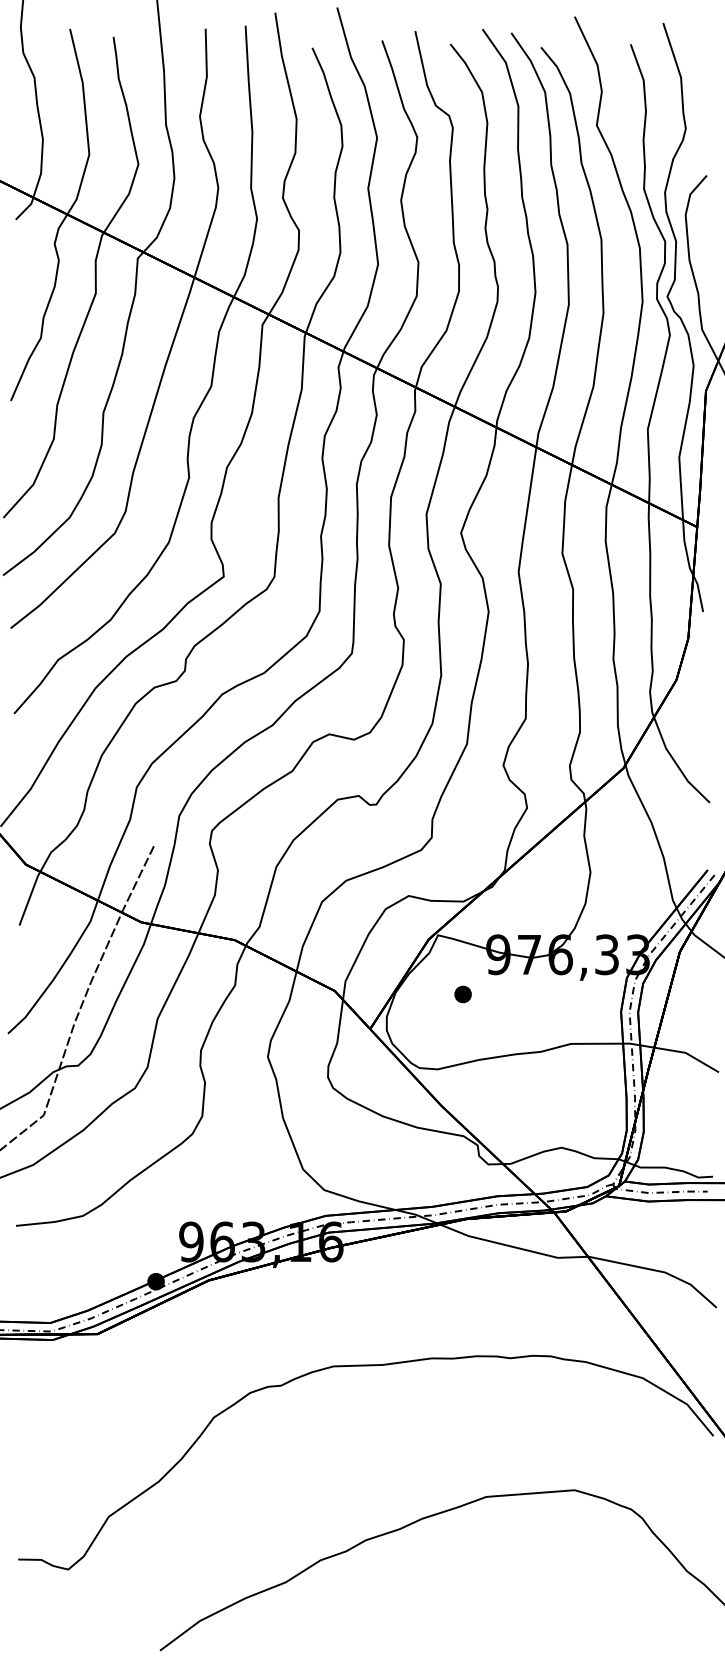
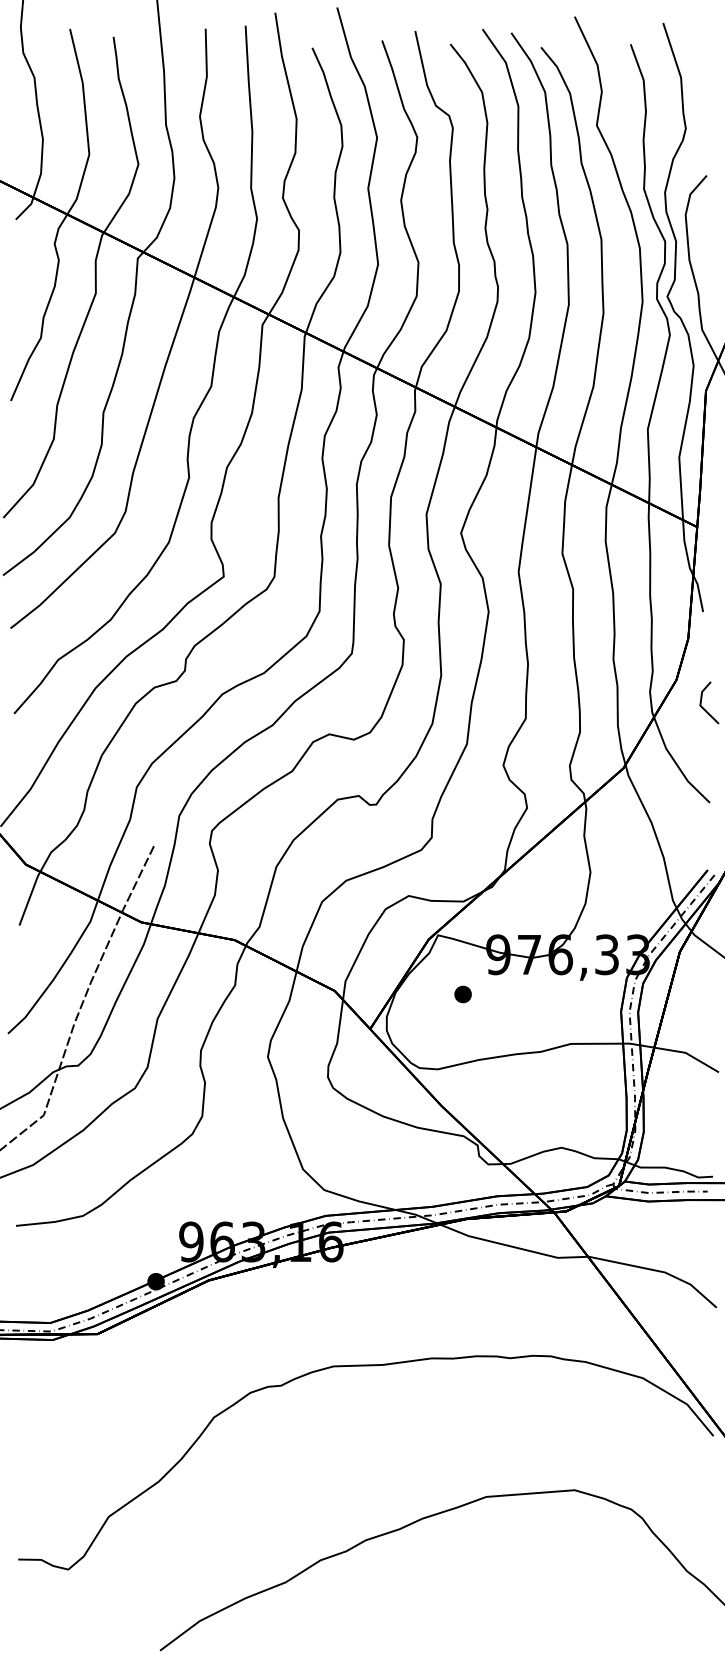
line at (702, 699): none -> present
